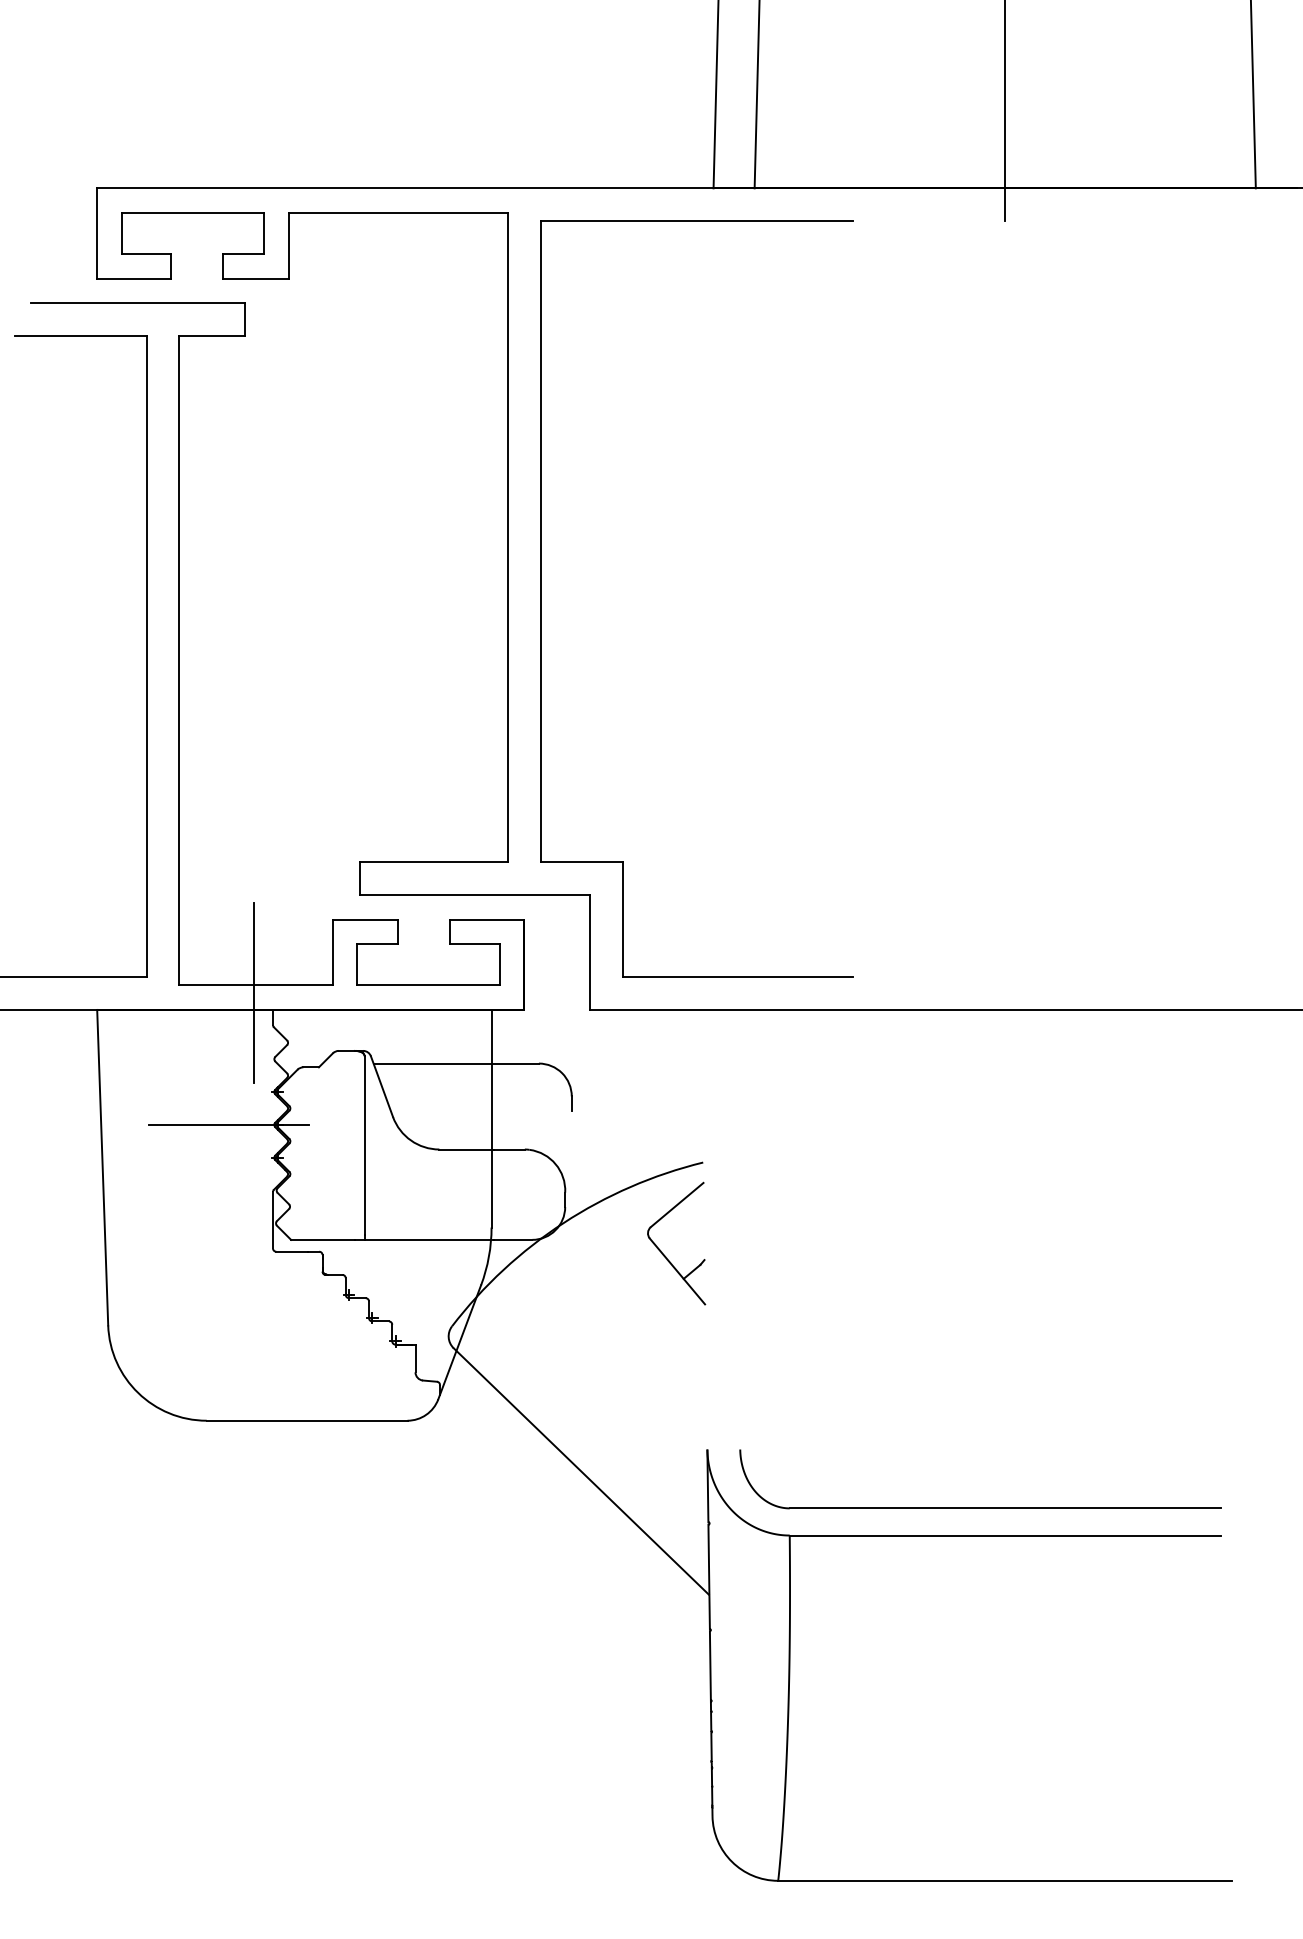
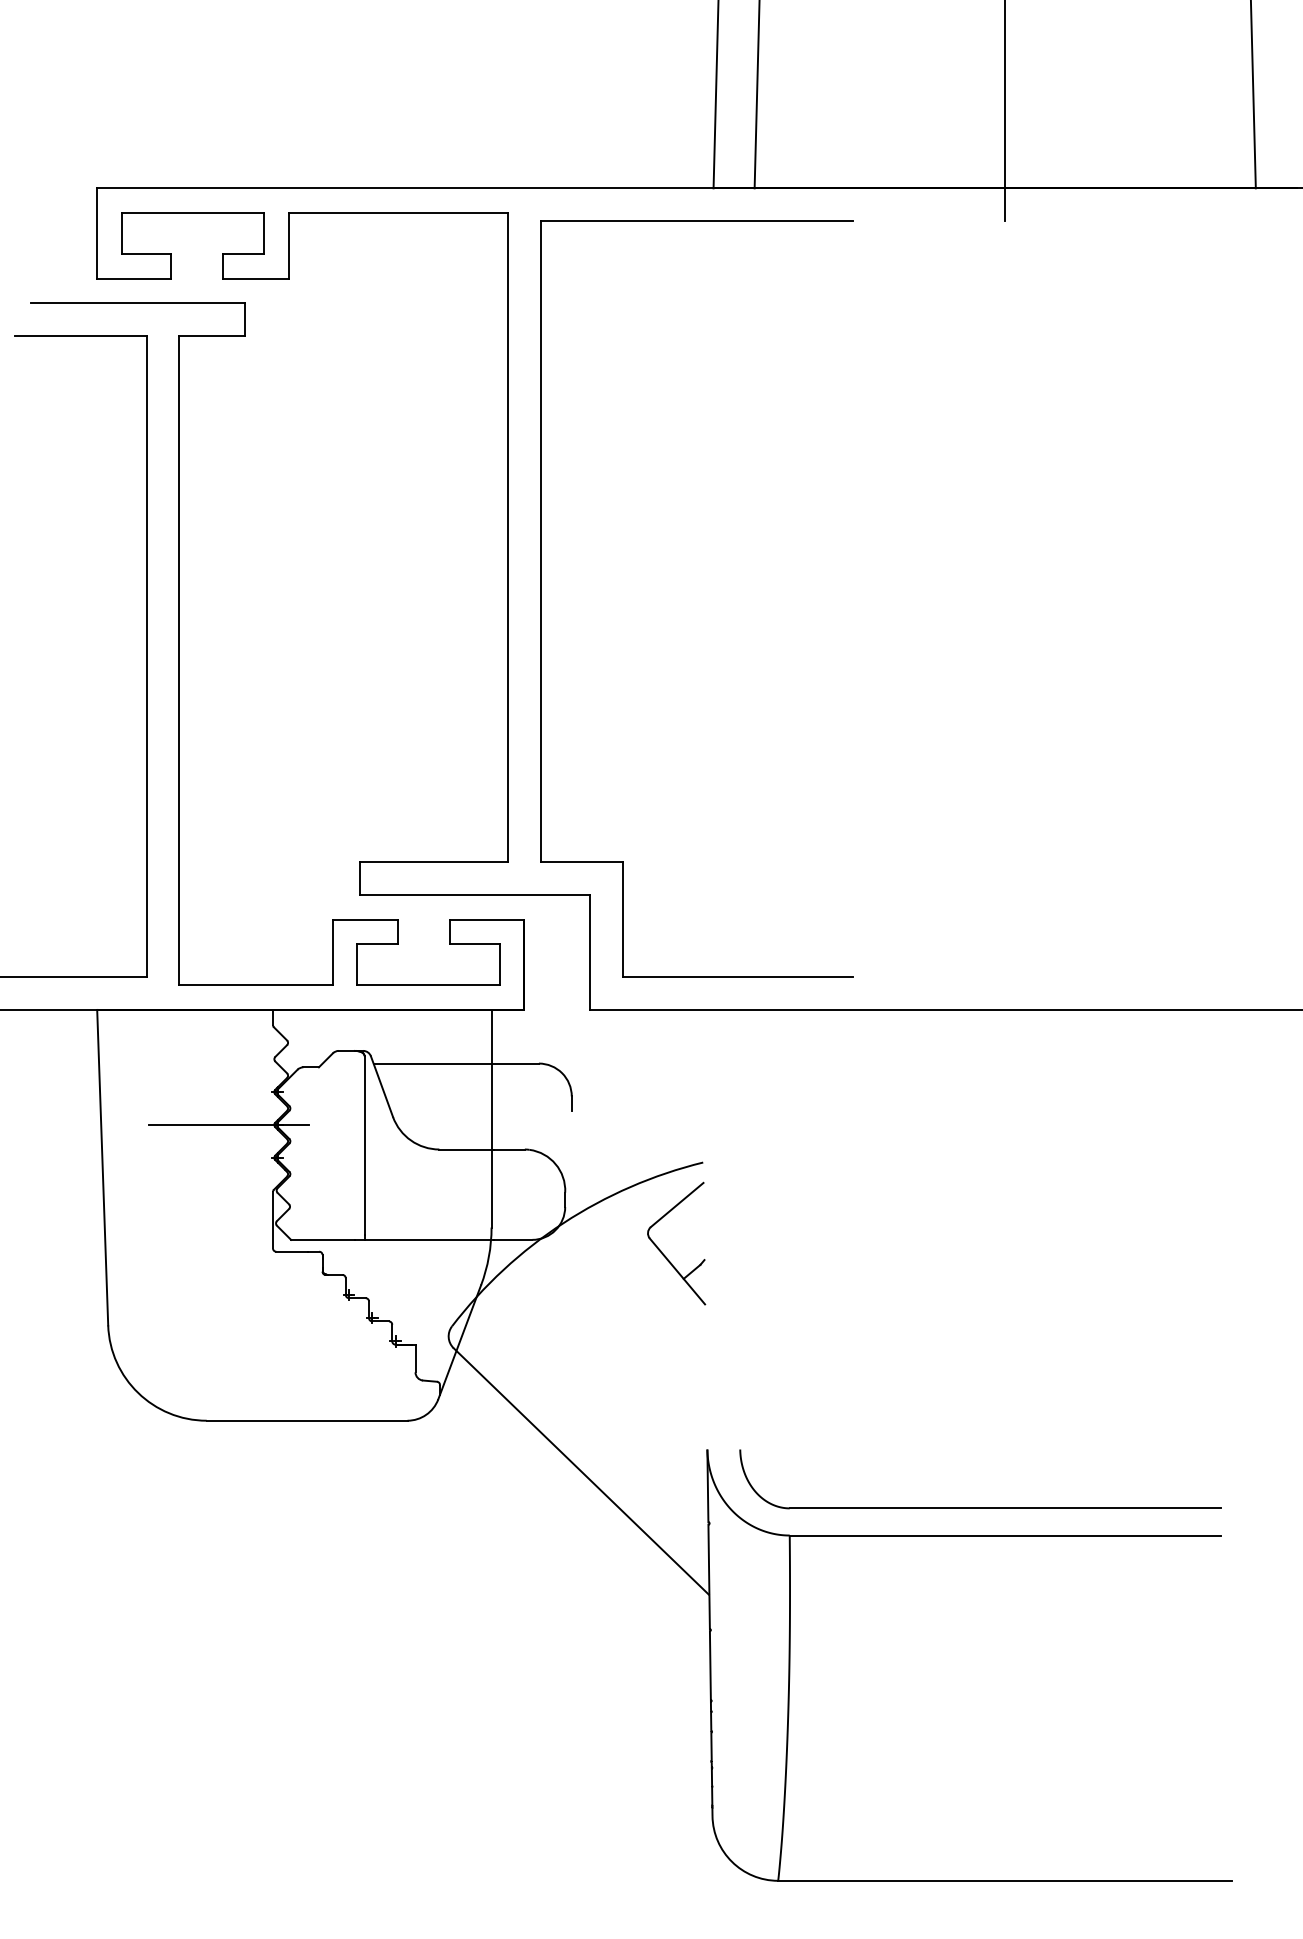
line at (254, 992): present -> none
